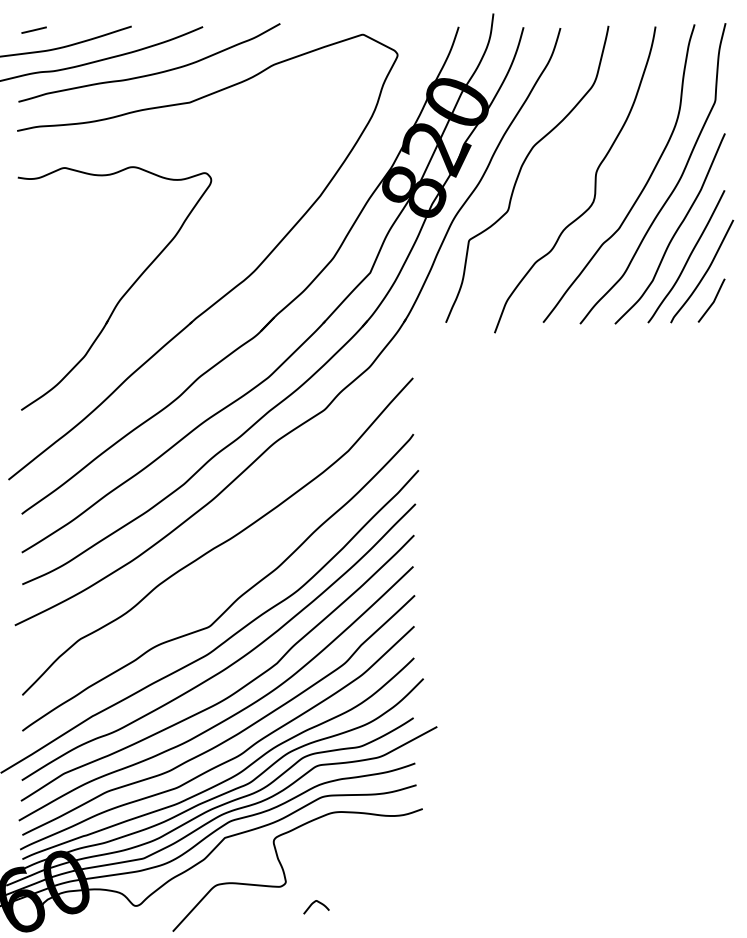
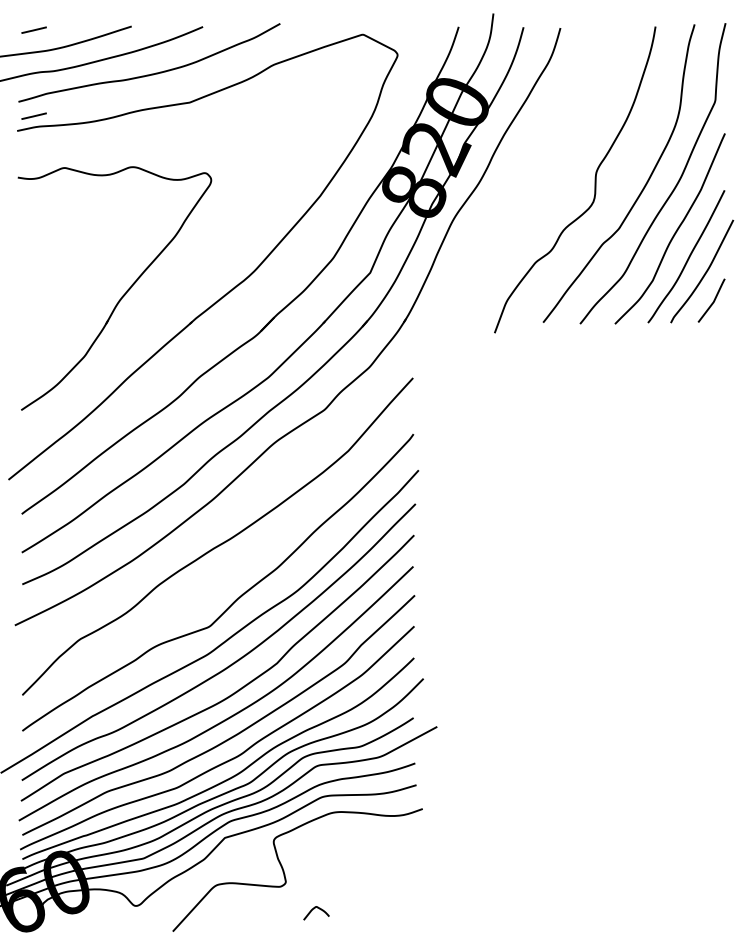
line at (33, 115): none -> present
curve at (521, 170): present -> none
curve at (314, 903) position: (314, 903) -> (314, 909)
